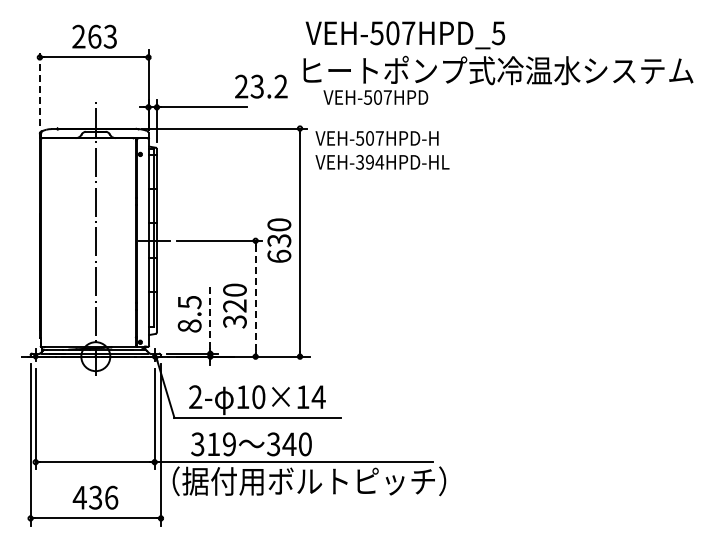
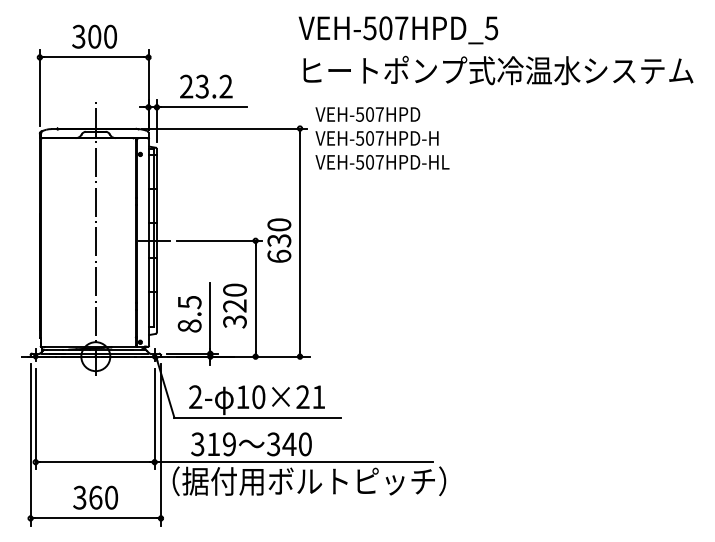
text at (405, 35) position: (405, 35) -> (398, 30)
text at (94, 36): 263 -> 300
text at (261, 86) position: (261, 86) -> (206, 86)
line at (39, 88): dashed -> solid
text at (375, 97) position: (375, 97) -> (367, 114)
text at (370, 161): VEH-394HPD-HL -> VEH-507HPD-HL
line at (255, 298): dashed -> solid
line at (210, 315): dashed -> solid
text at (310, 396): 10×14 -> 10×21
text at (95, 497): 436 -> 360
